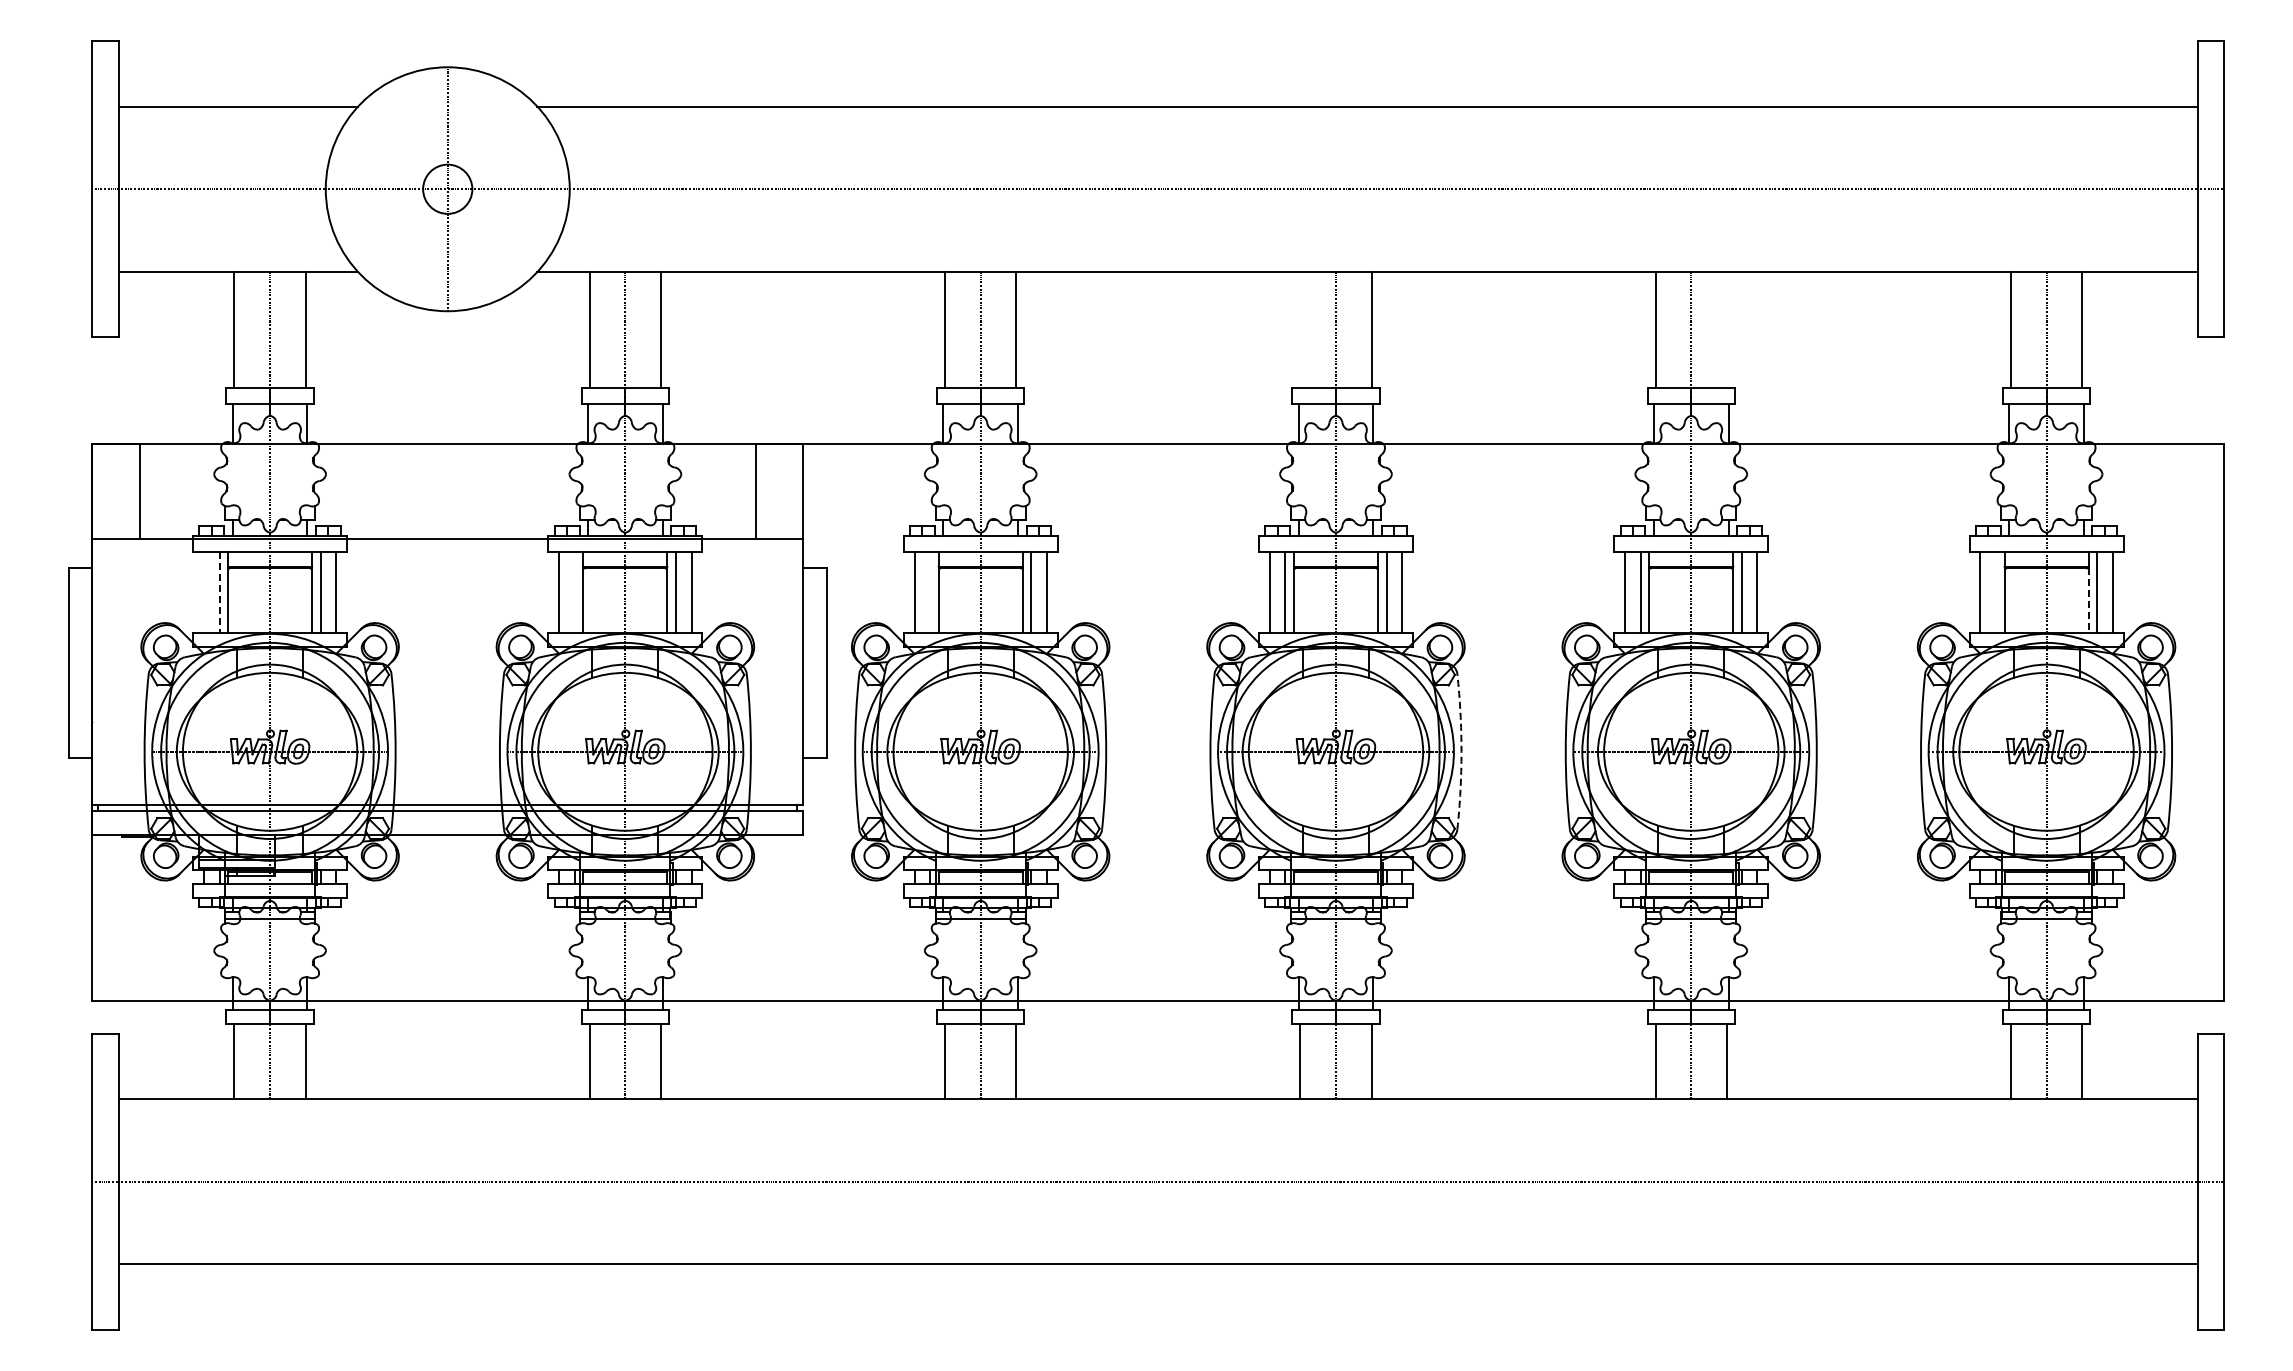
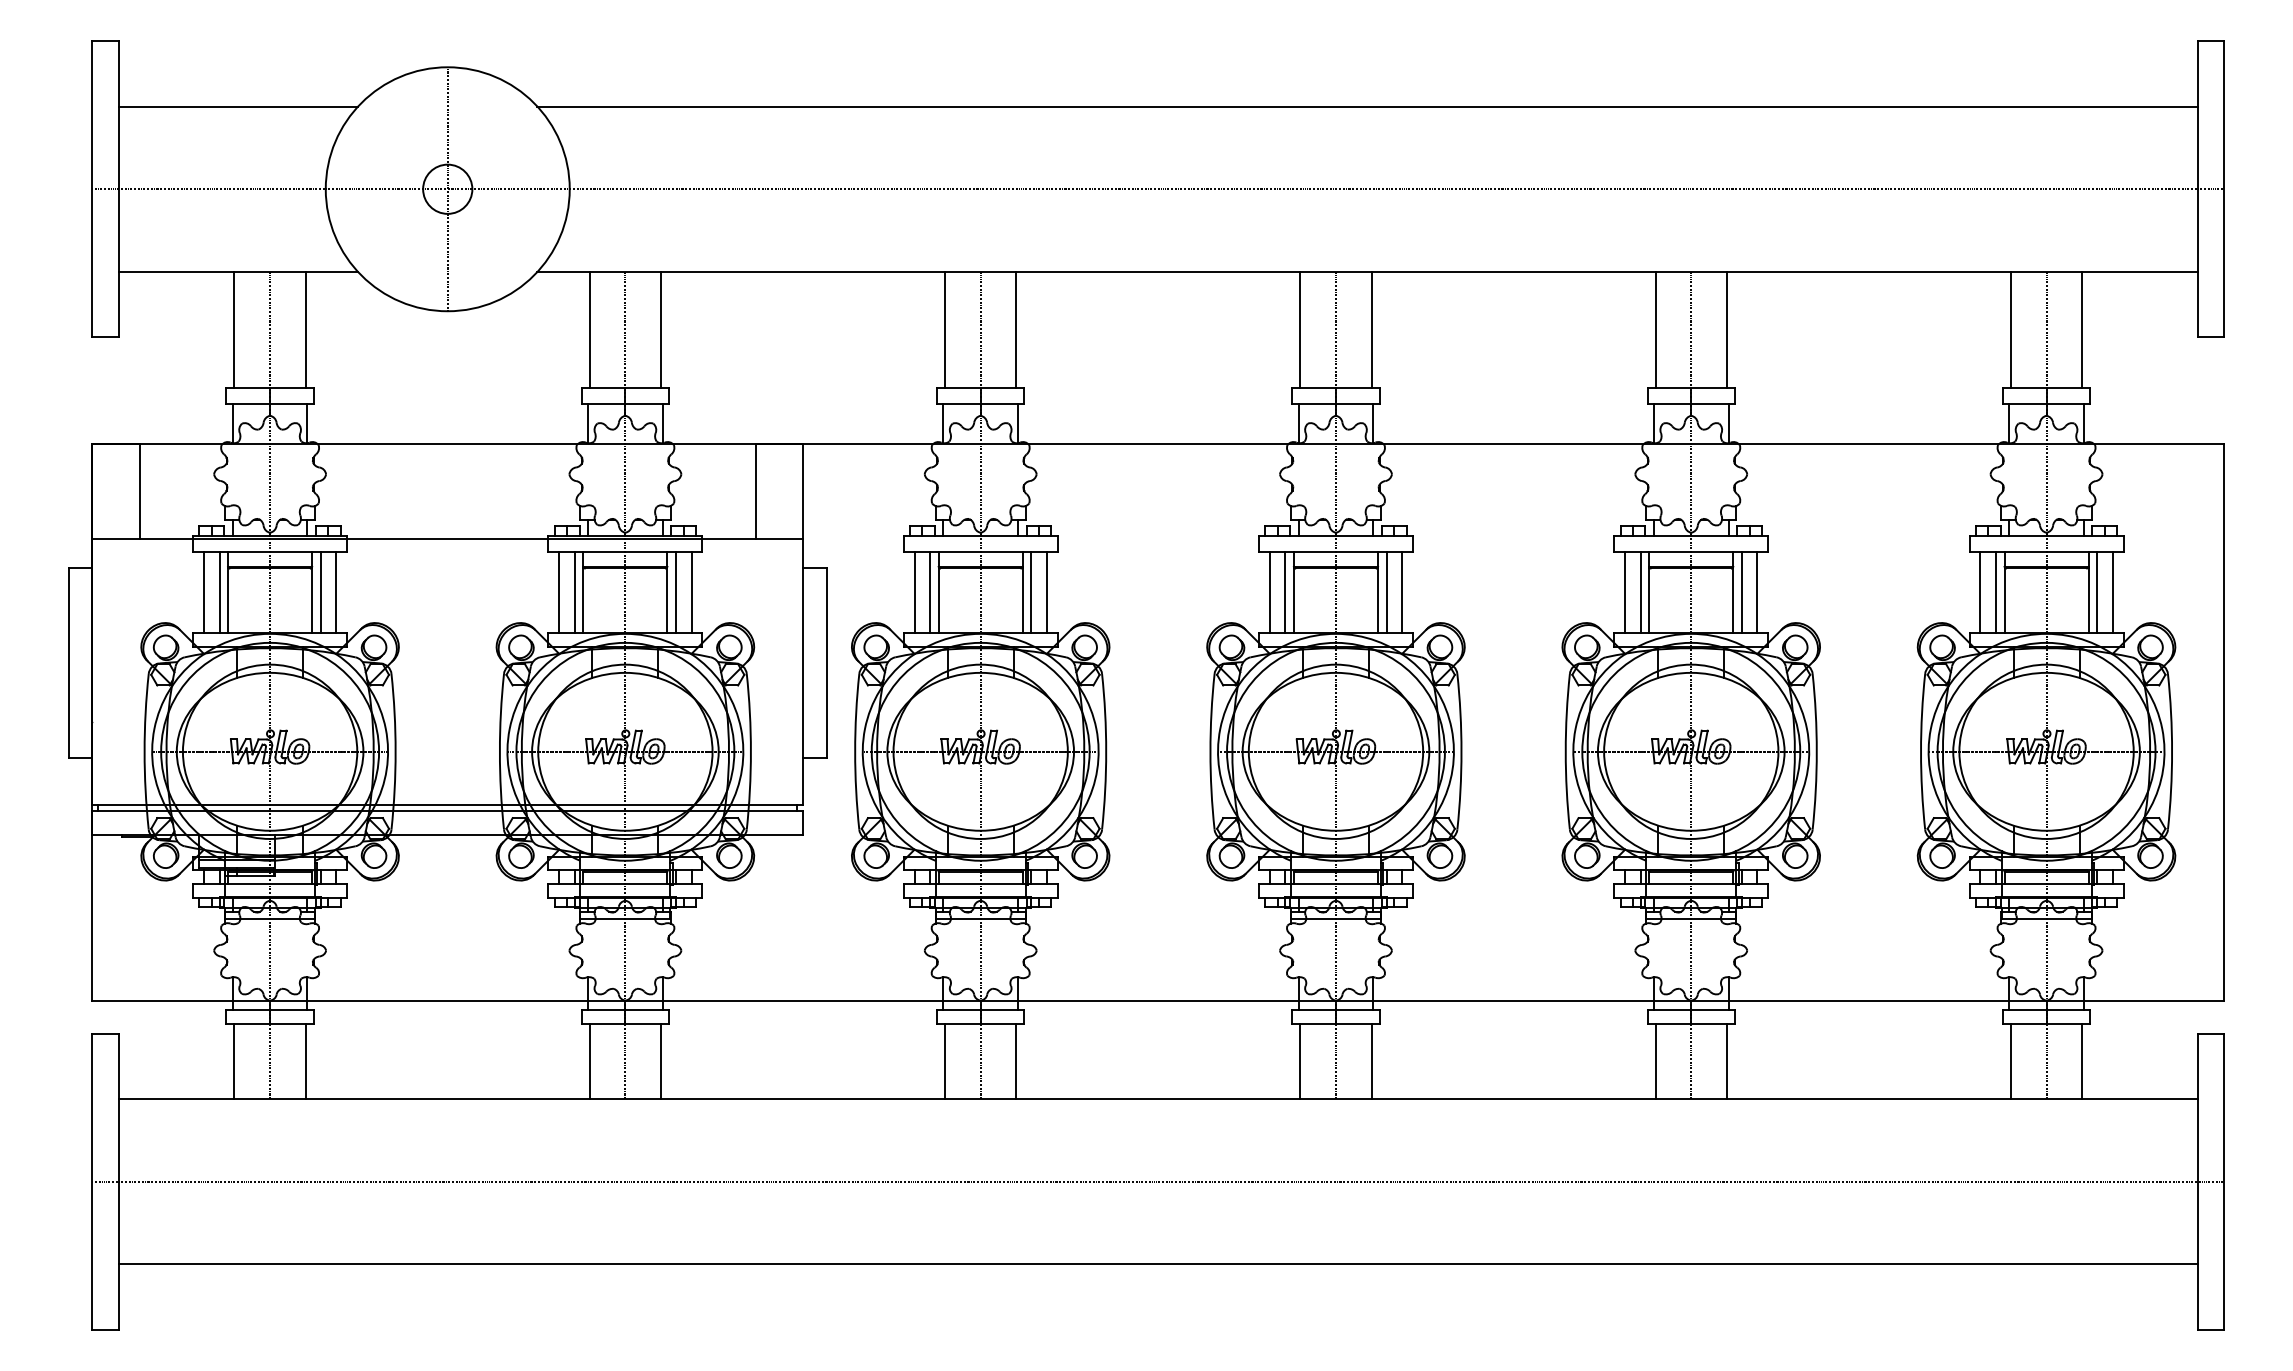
line at (1300, 330): none -> present
line at (1726, 330): none -> present
line at (204, 592): none -> present
line at (219, 592): dashed -> solid
line at (574, 592): none -> present
line at (930, 592): none -> present
line at (1996, 592): none -> present
line at (2088, 601): dashed -> solid
arc at (1461, 751): dashed -> solid
